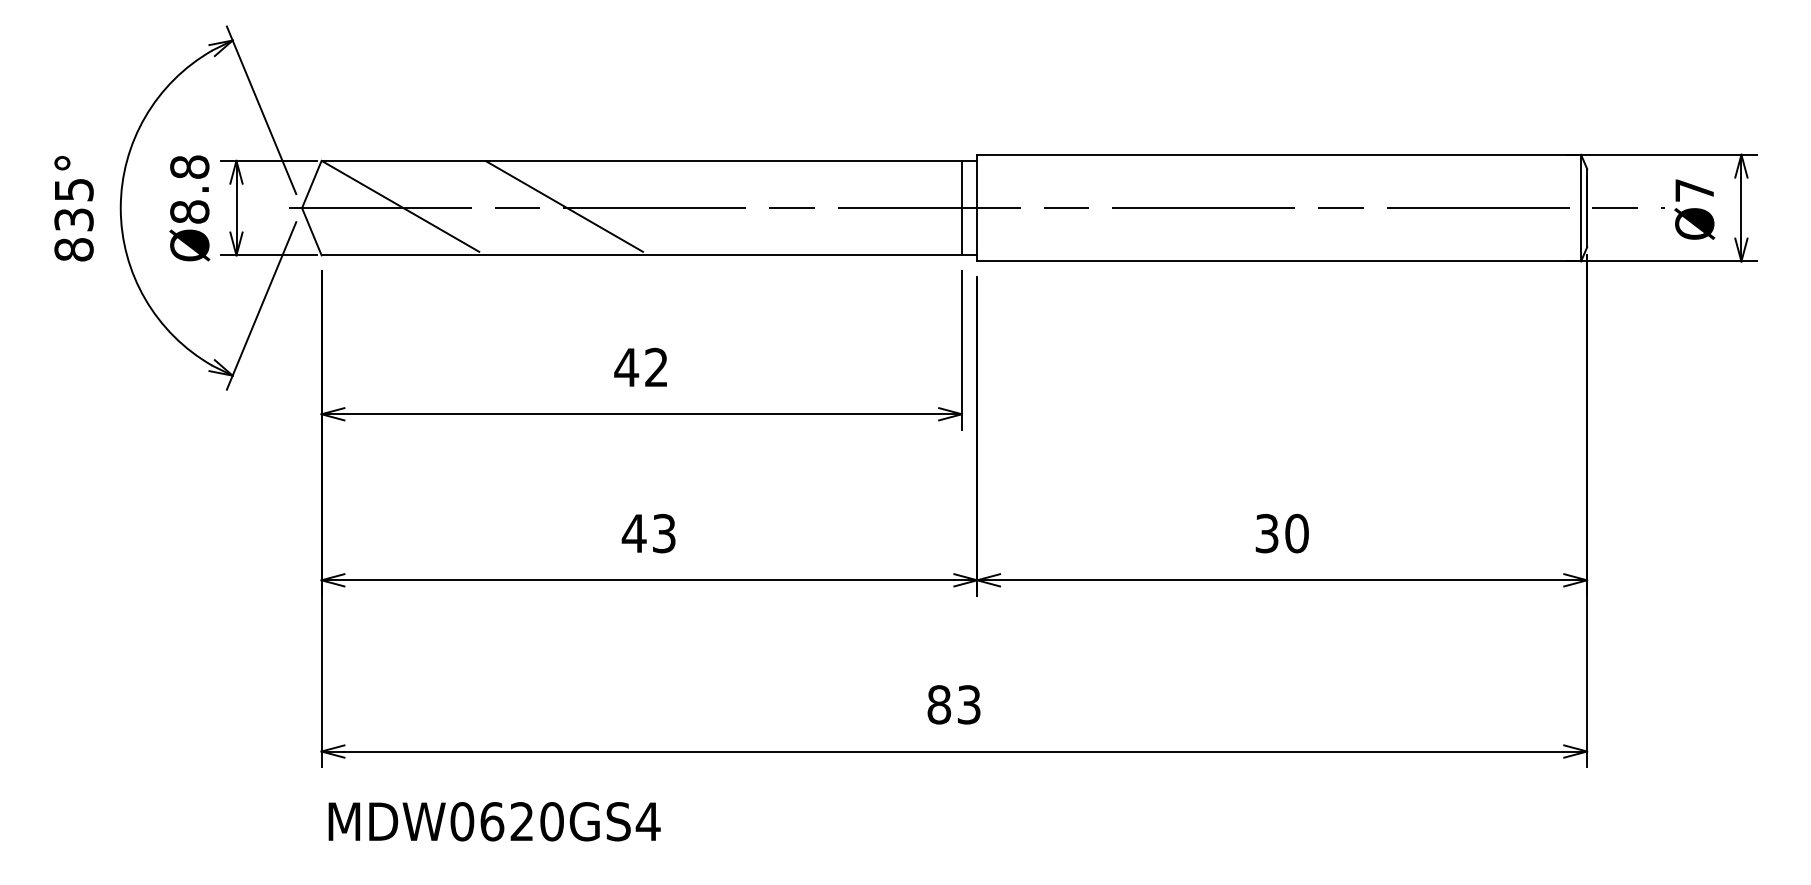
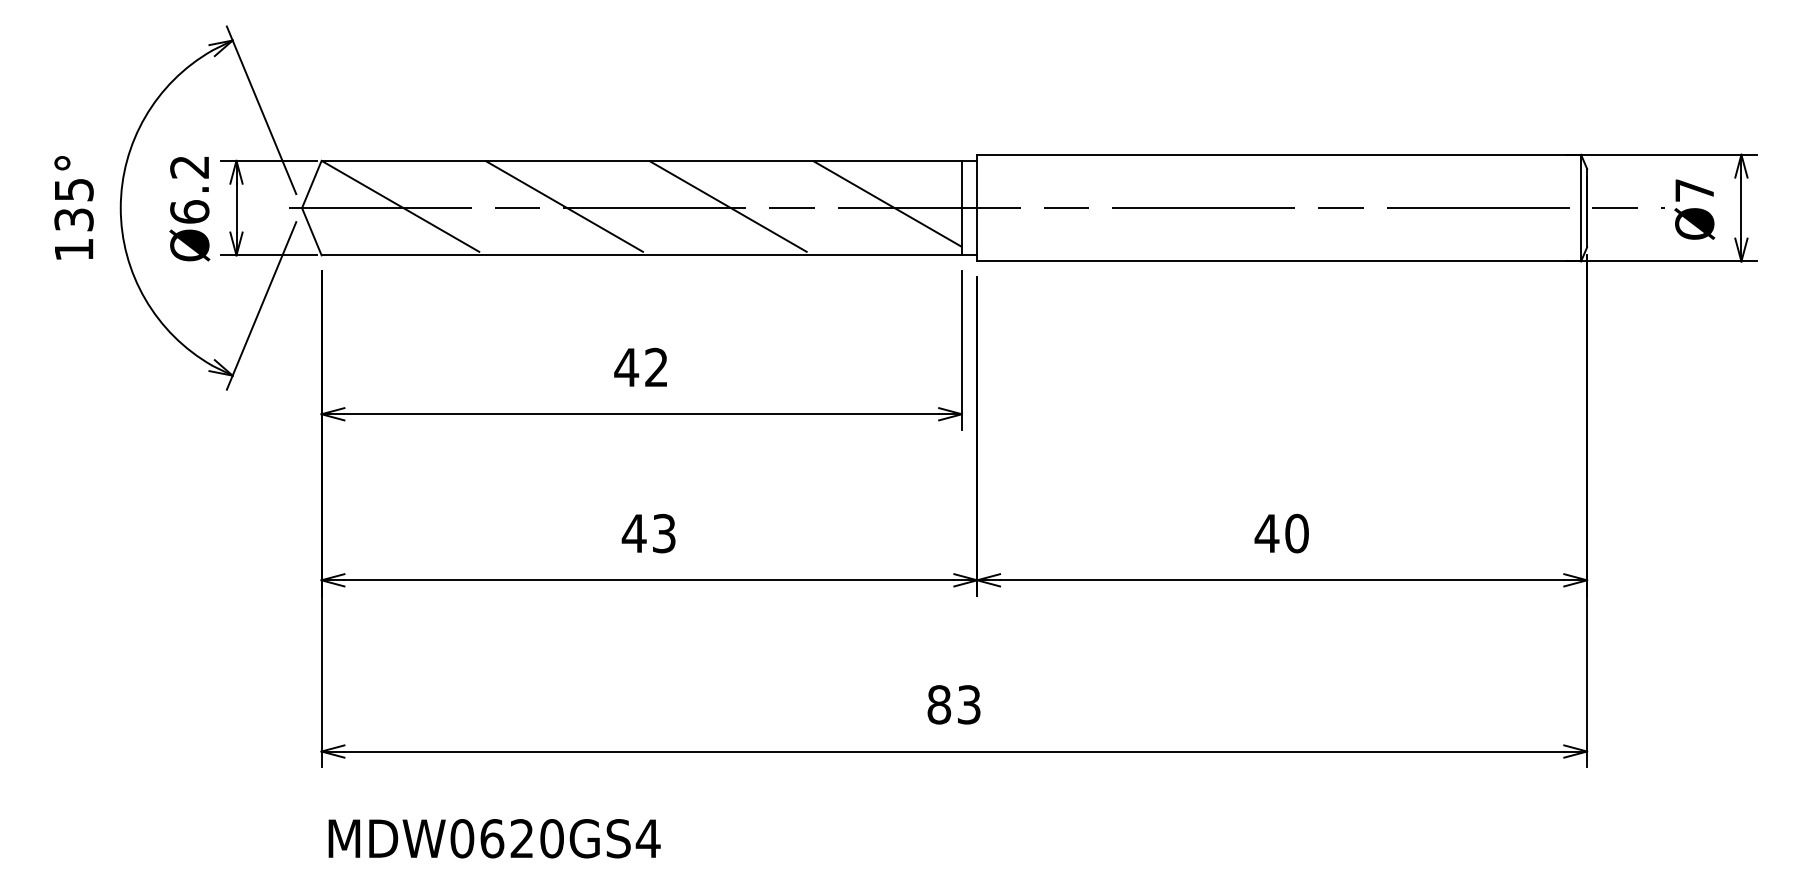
text at (189, 189): Ø8.8 -> Ø6.2
line at (887, 203): none -> present
line at (730, 207): none -> present
text at (73, 249): 835° -> 135°
text at (1266, 533): 30 -> 40
text at (494, 821) position: (494, 821) -> (494, 838)
